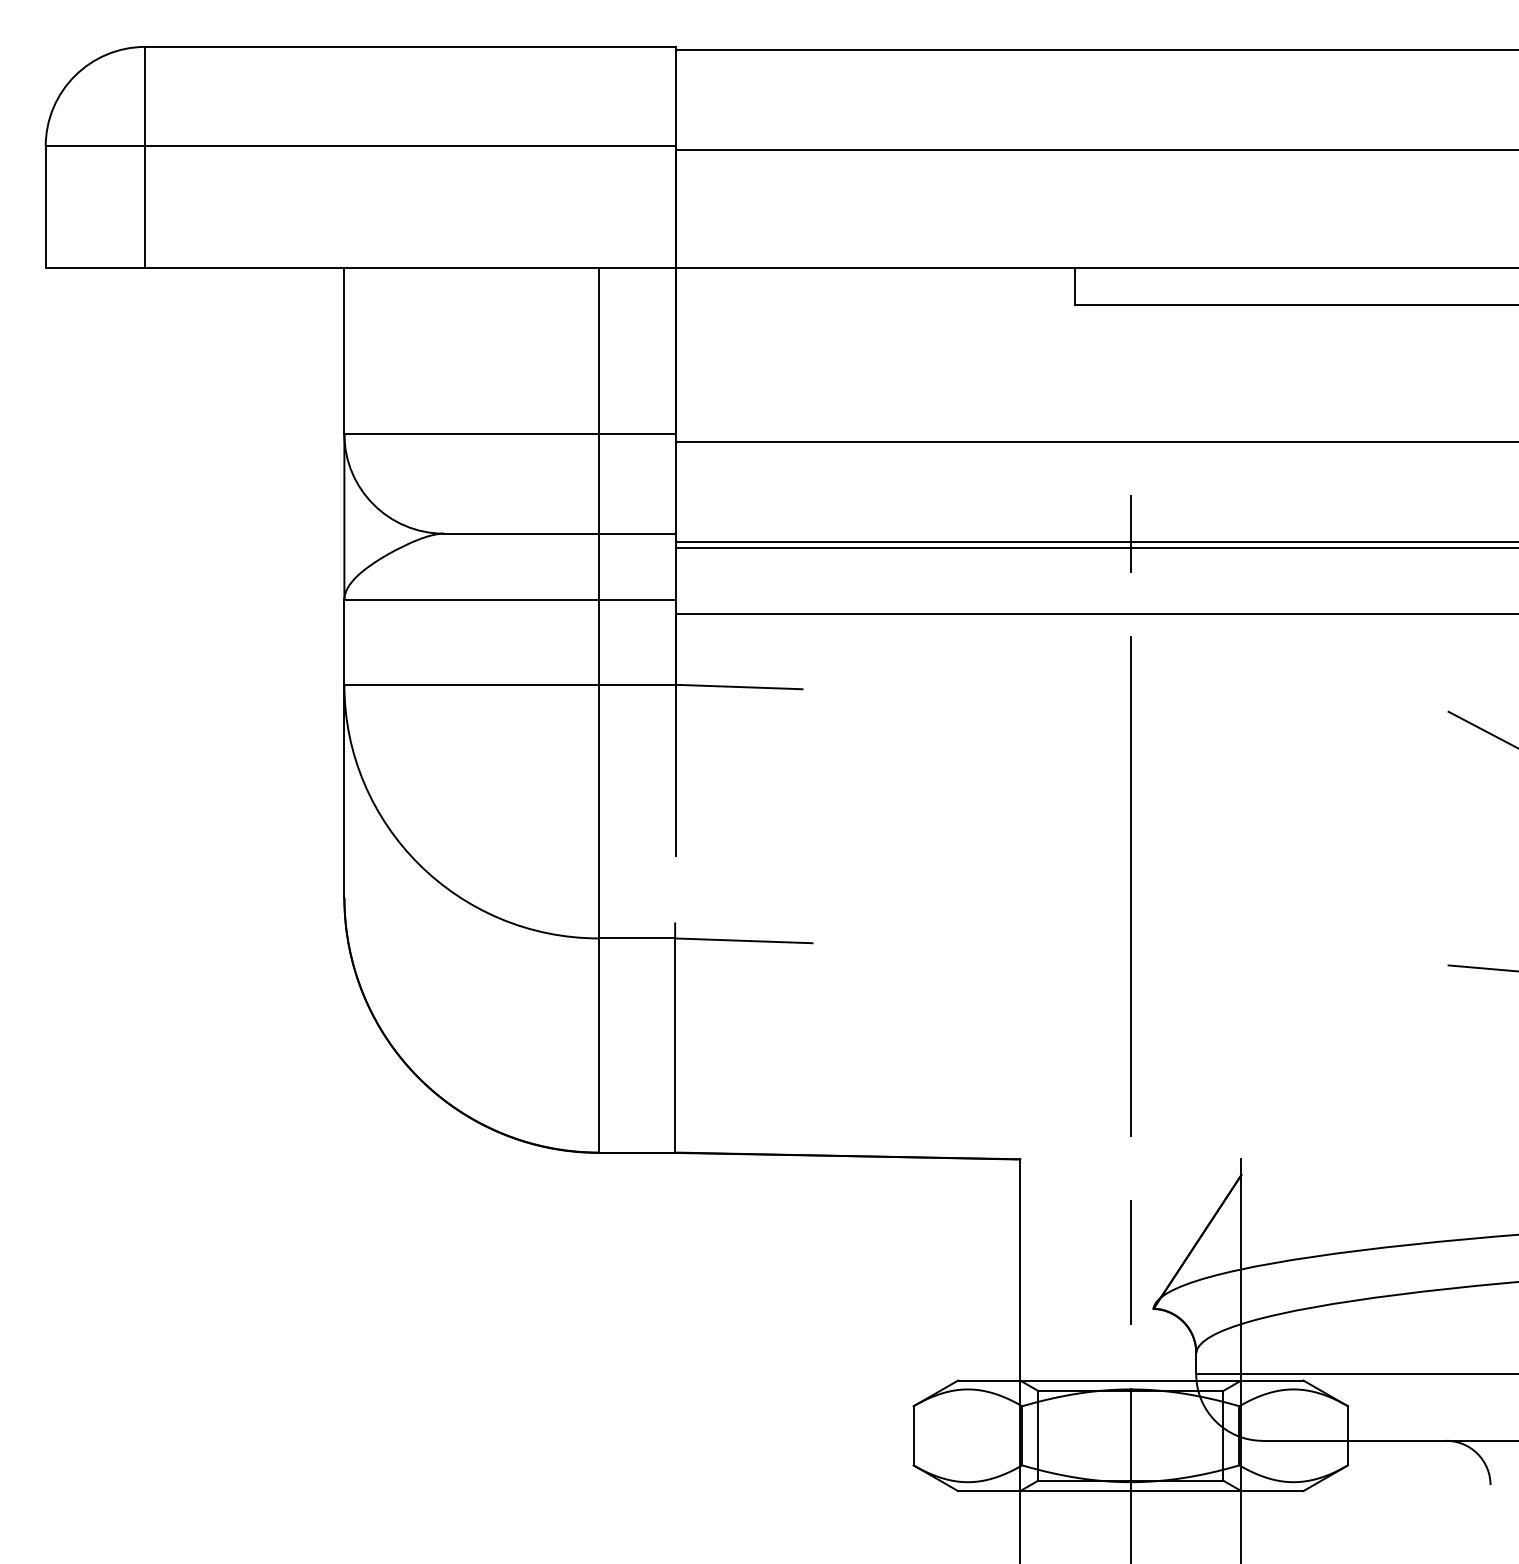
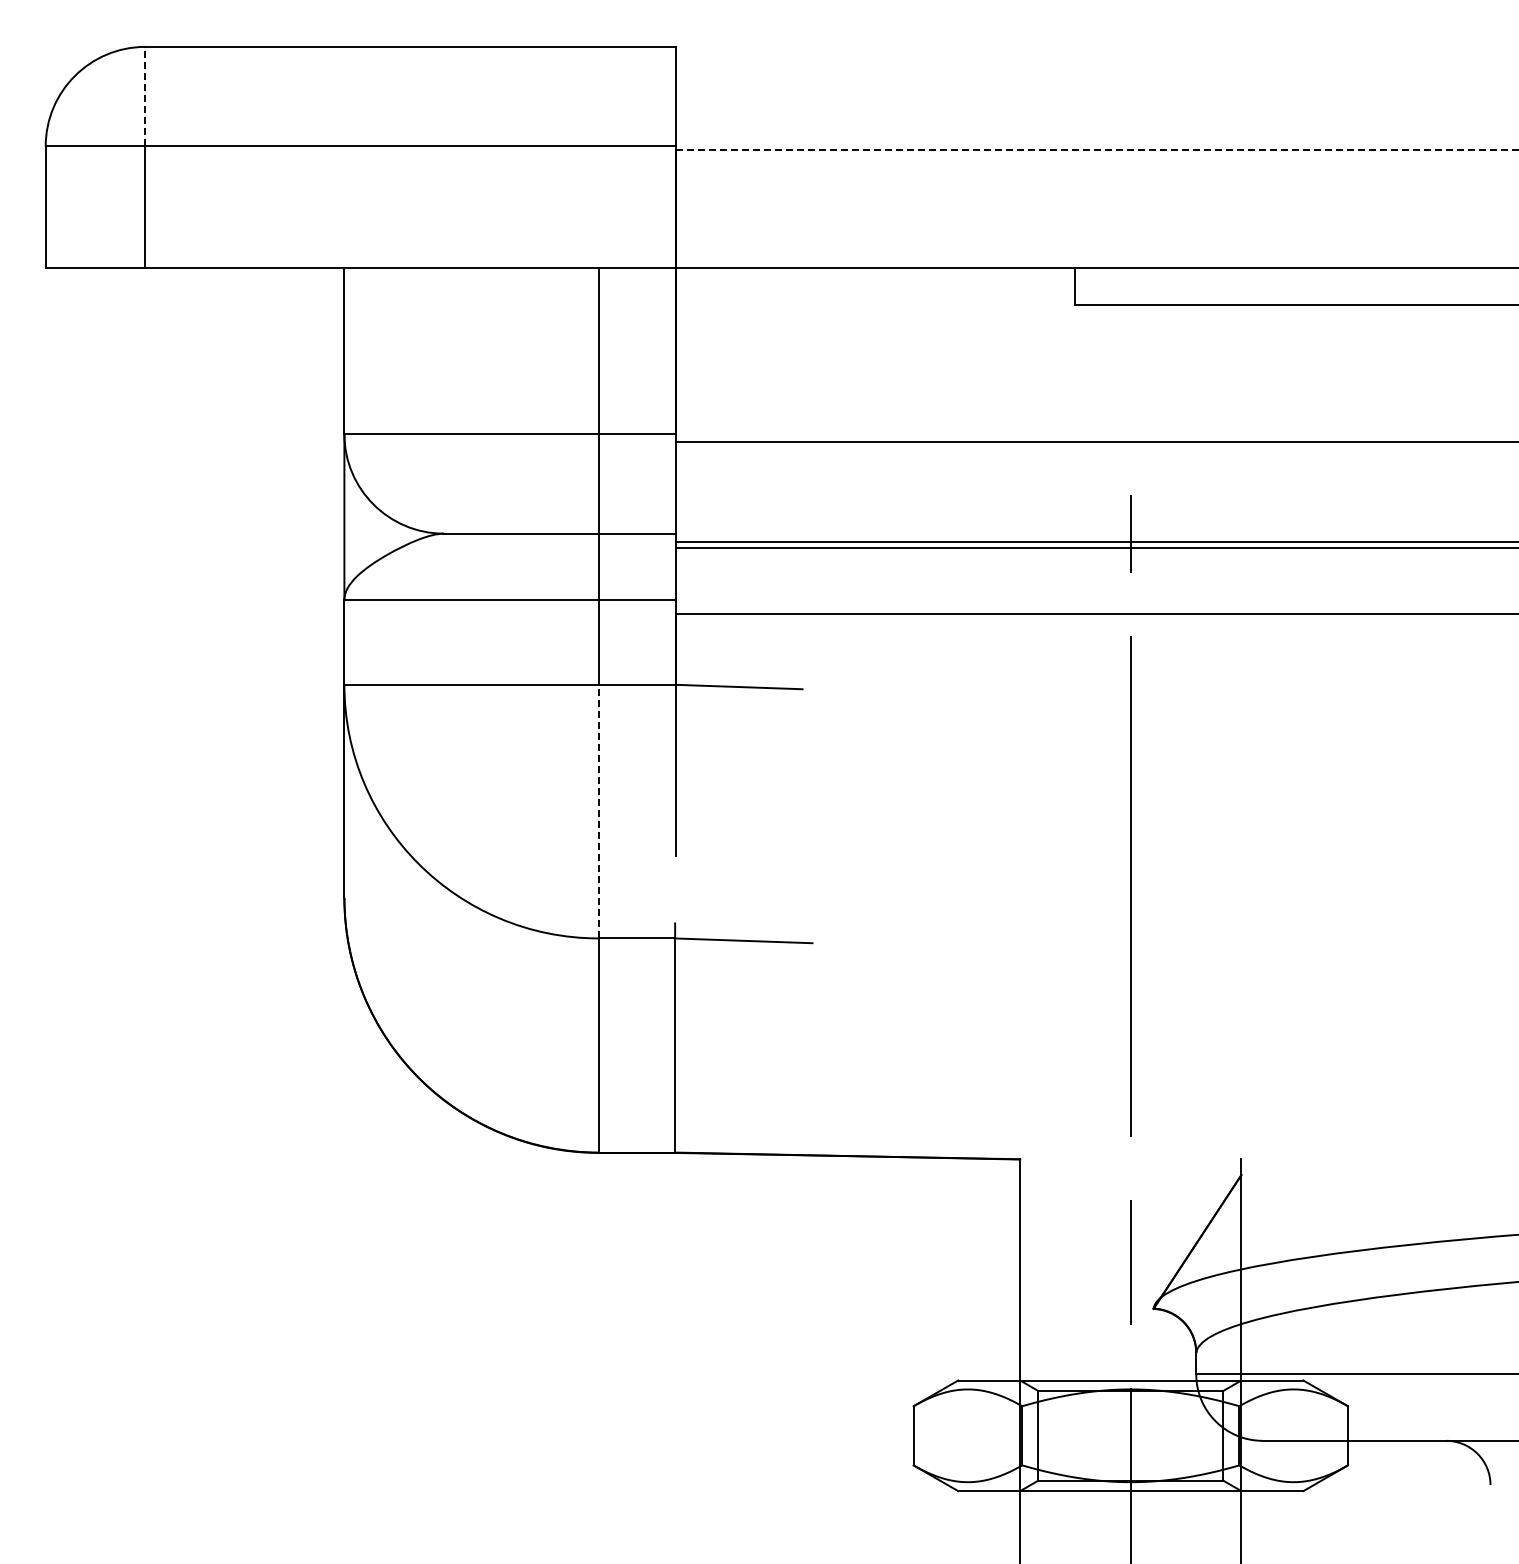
line at (1095, 50): present -> none
line at (145, 96): solid -> dashed
line at (1097, 150): solid -> dashed
line at (1481, 729): present -> none
line at (598, 811): solid -> dashed
line at (1481, 968): present -> none
